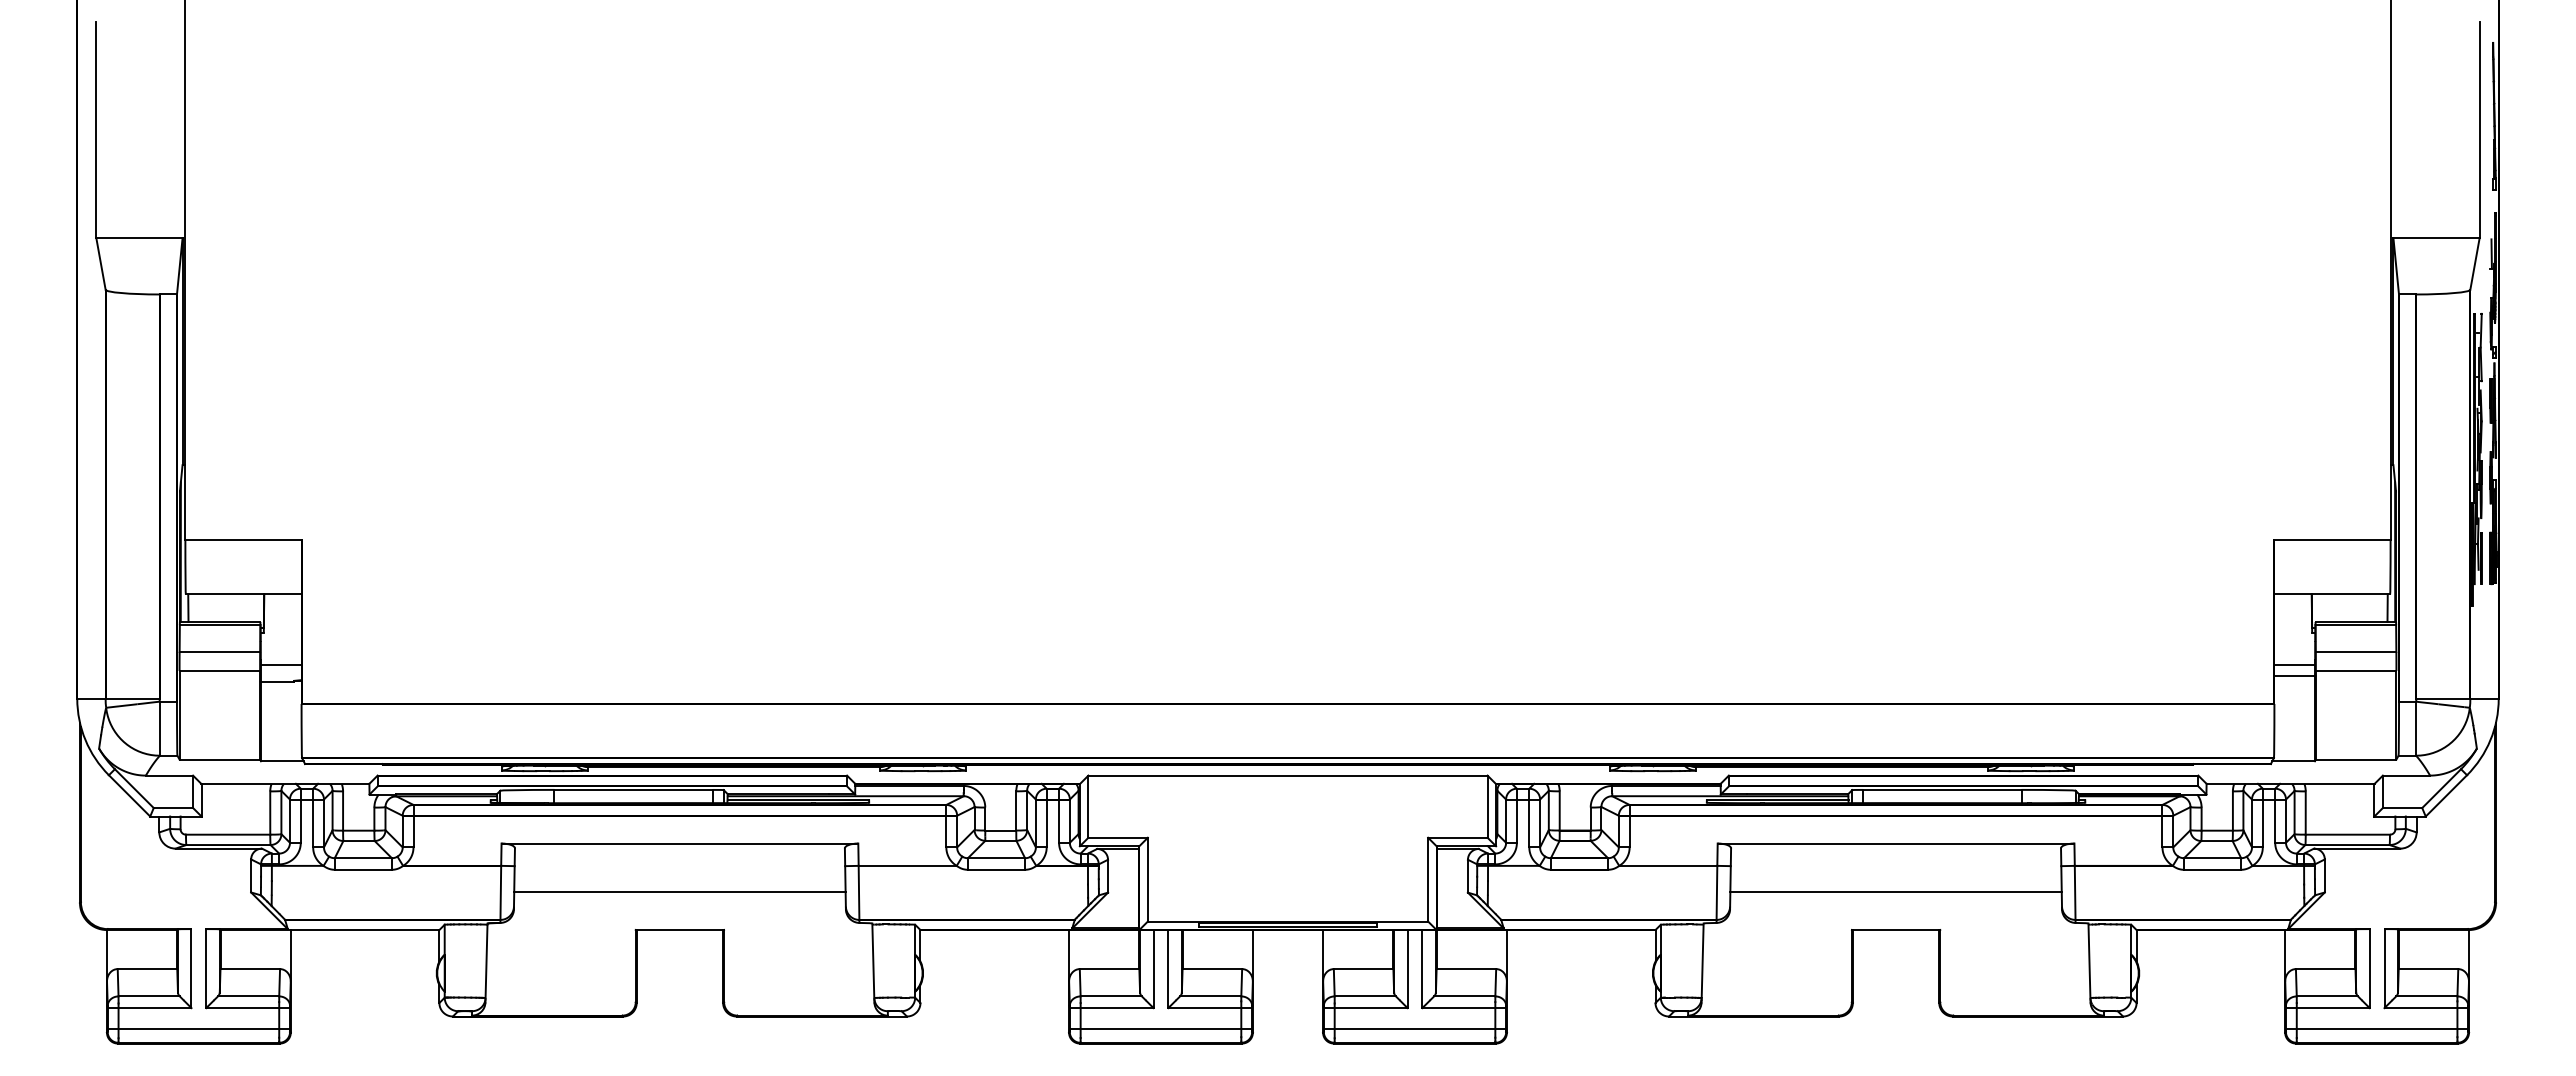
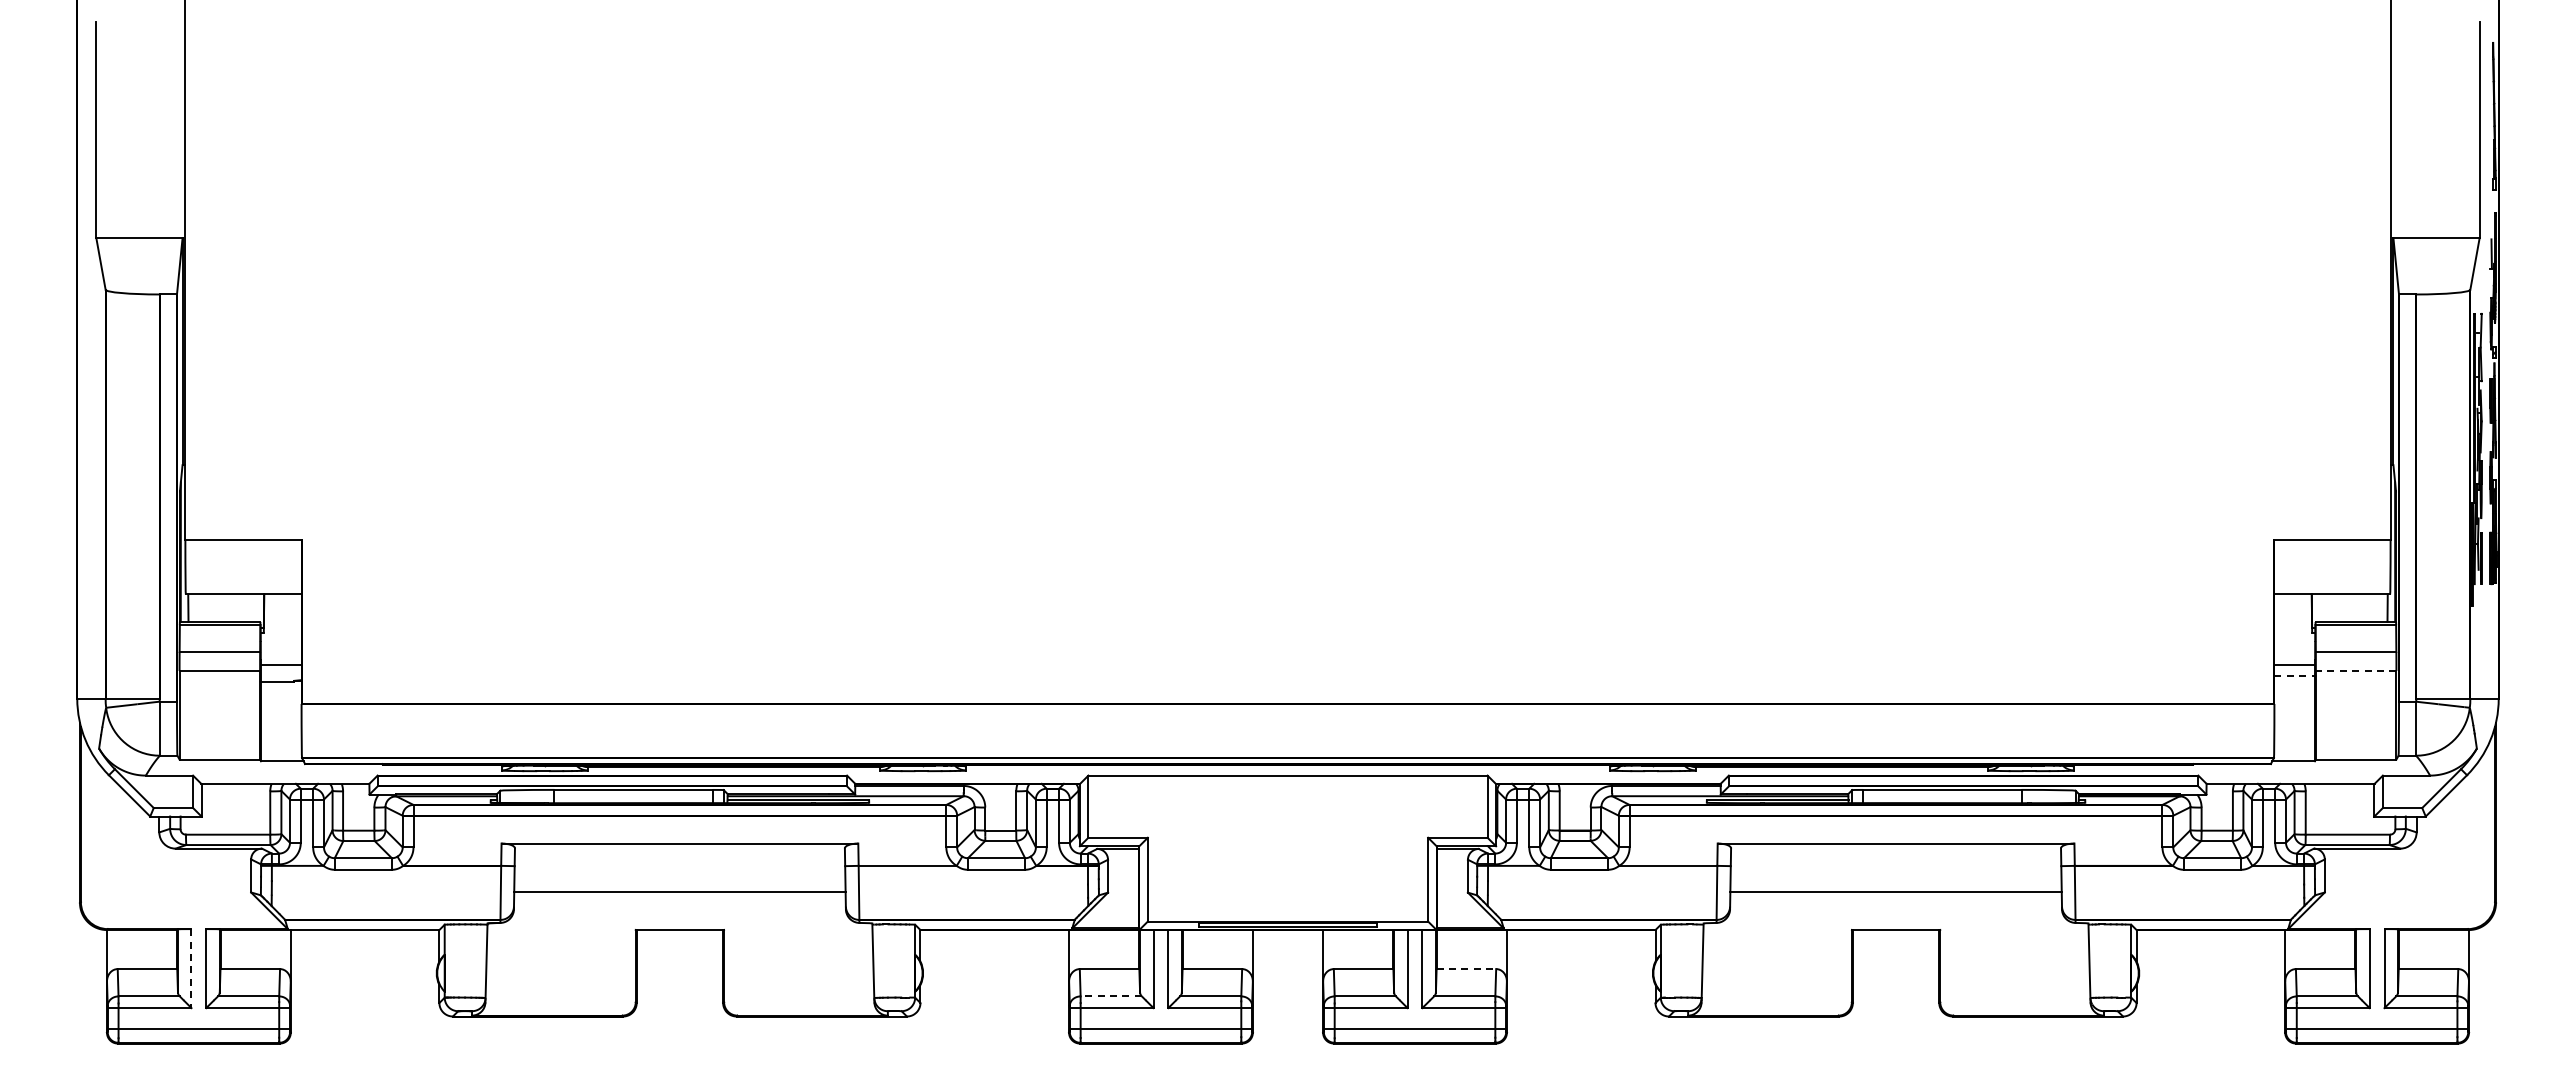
line at (2355, 670): solid -> dashed
line at (2295, 676): solid -> dashed
line at (191, 968): solid -> dashed
line at (1466, 969): solid -> dashed
line at (1111, 996): solid -> dashed
